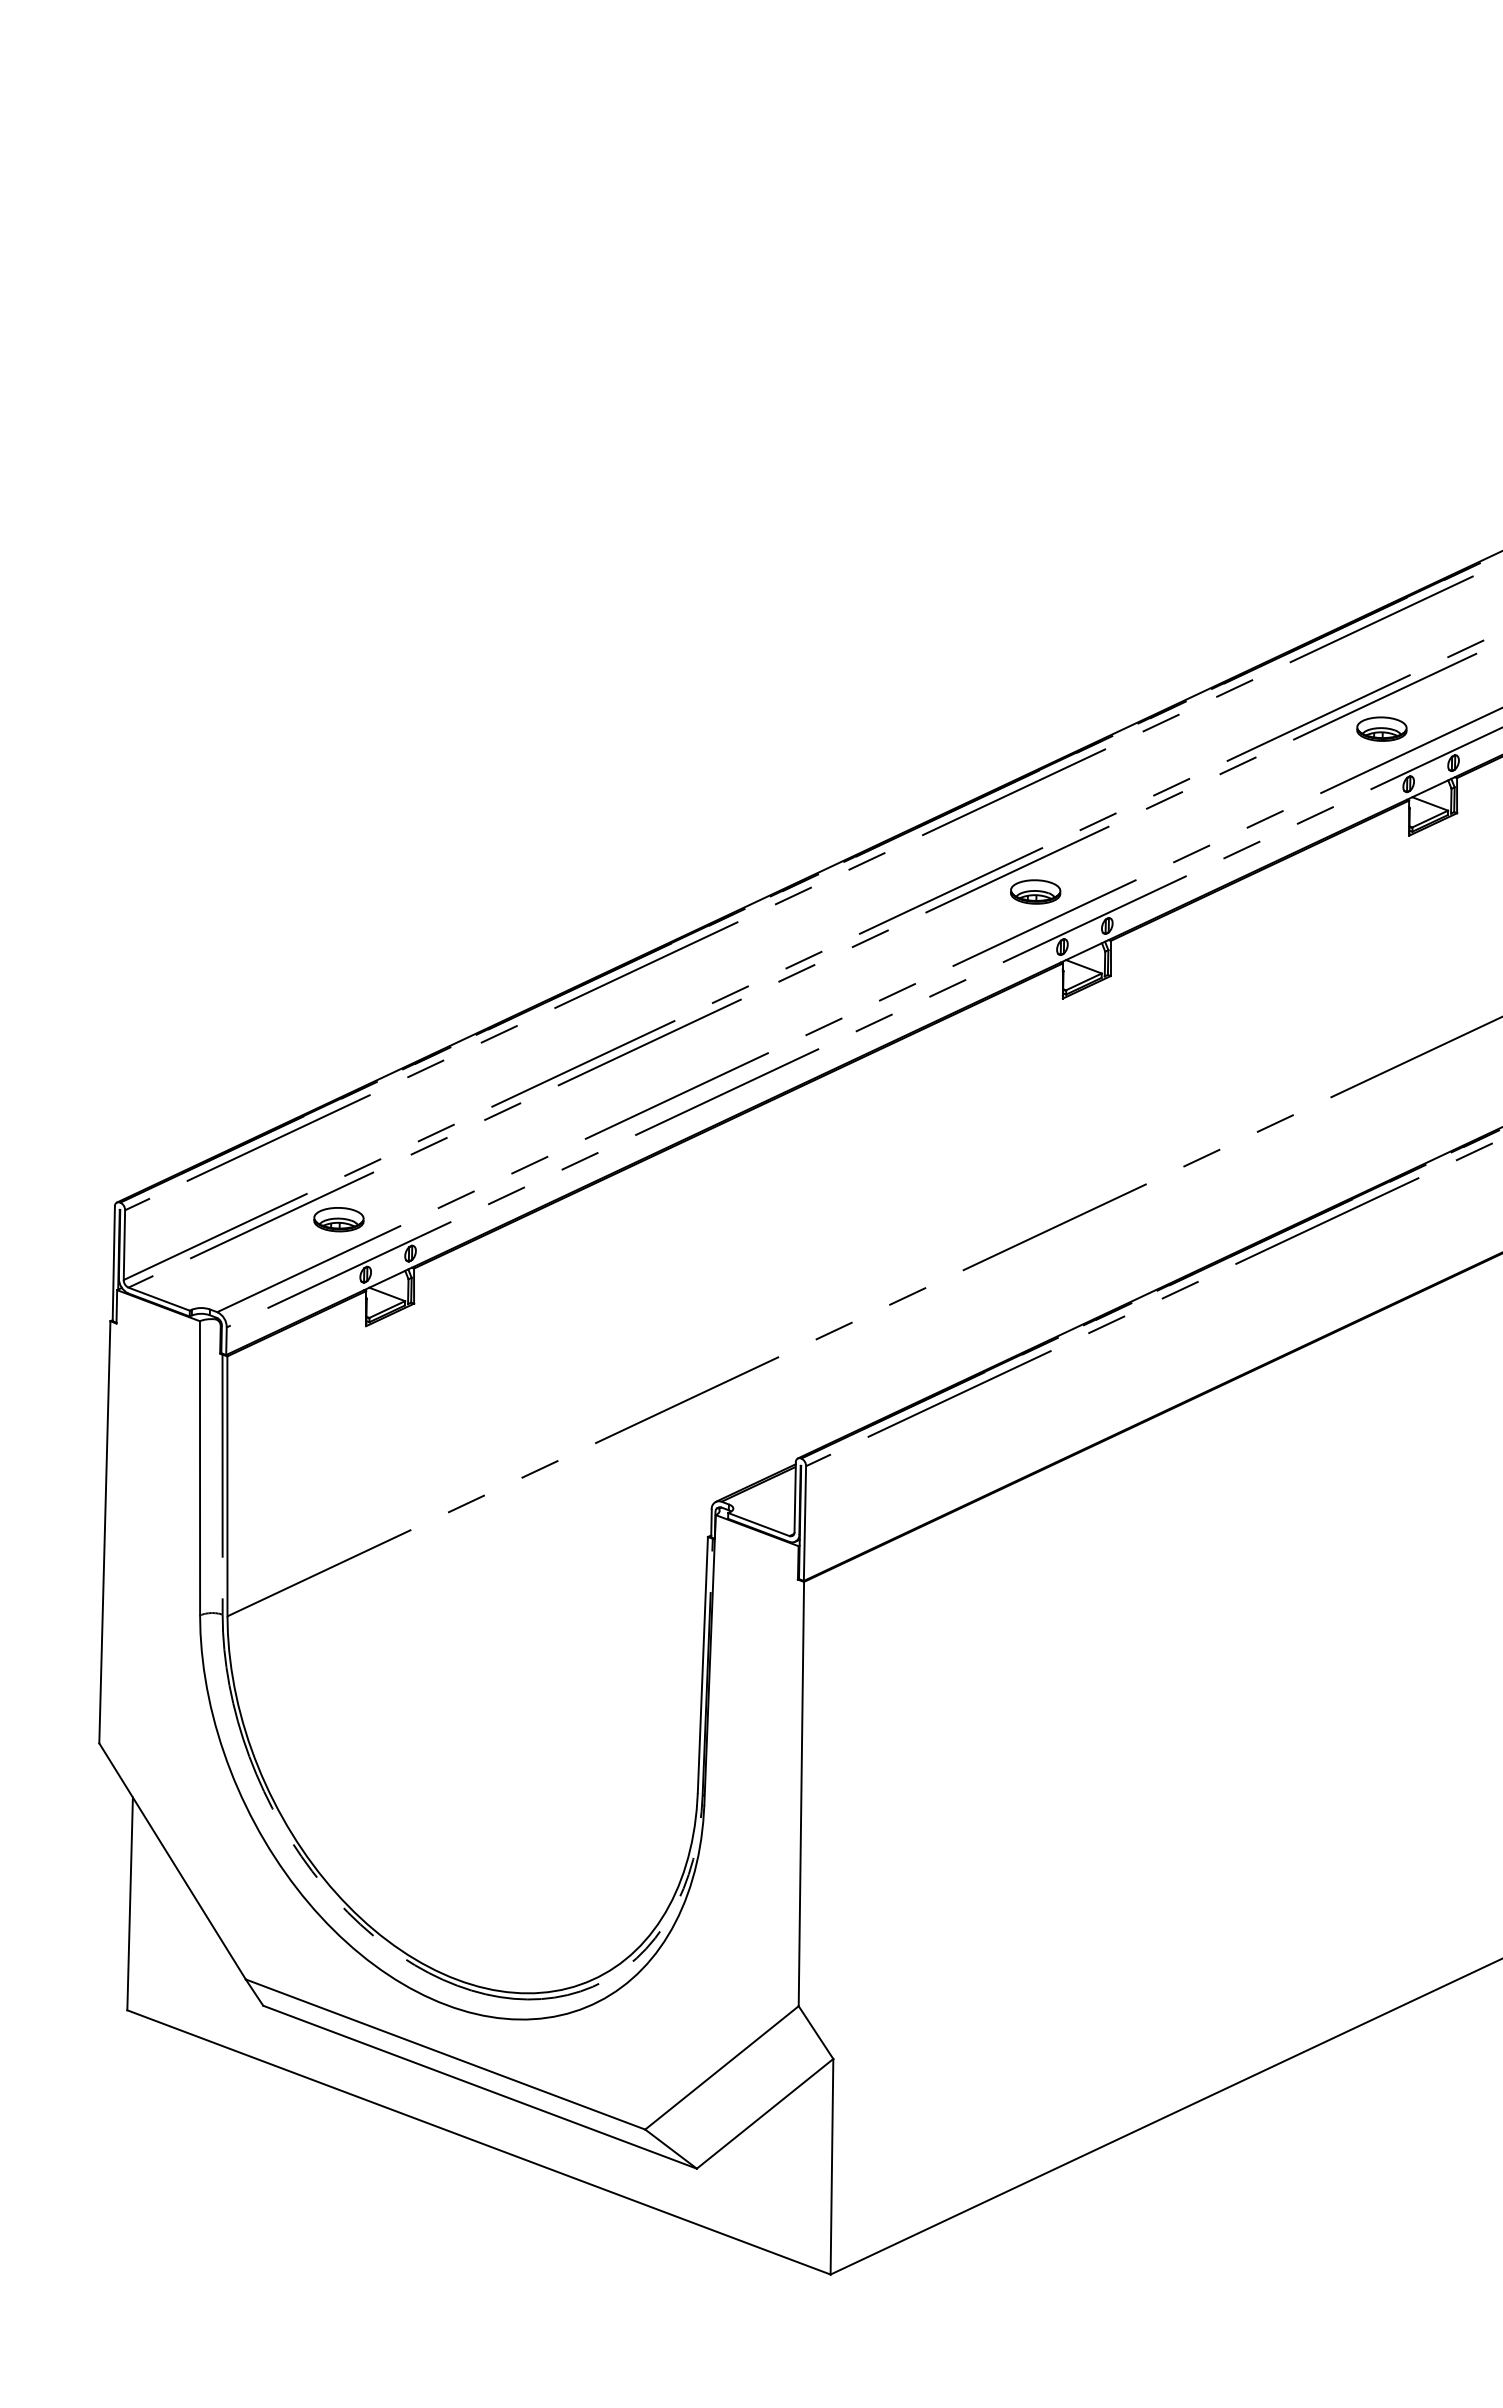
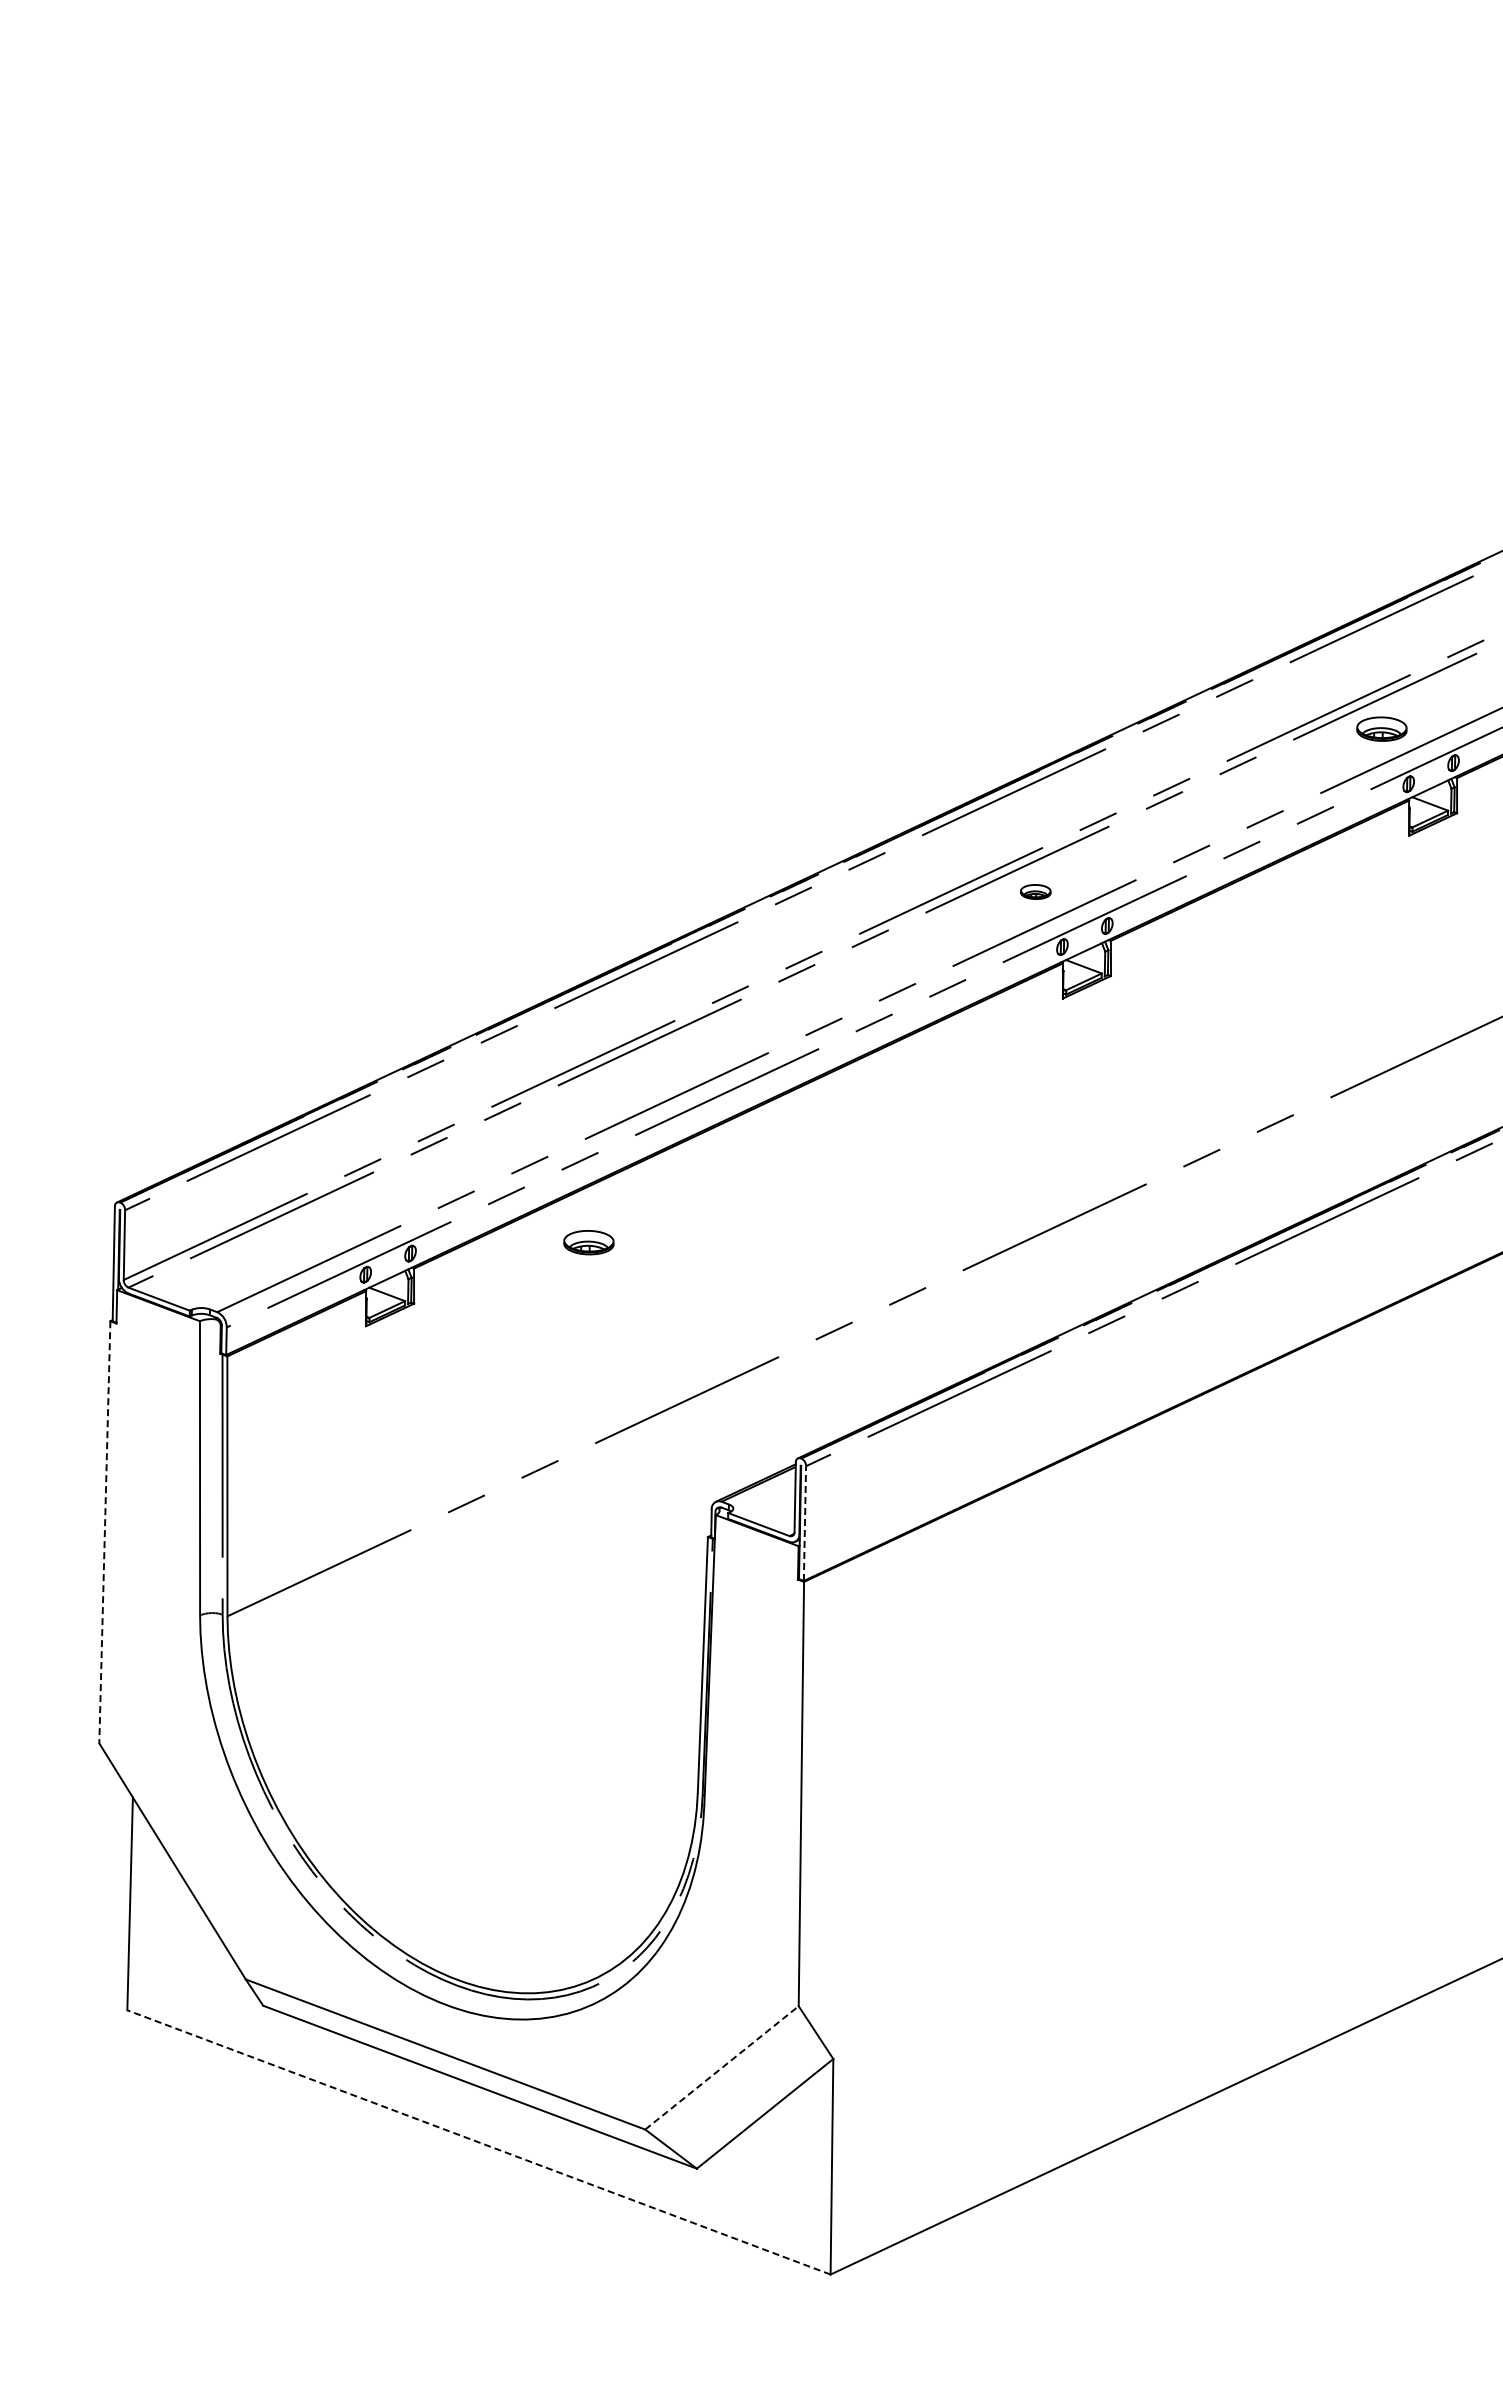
part at (1035, 891) size: 52x26 px -> 32x16 px
part at (338, 1219) position: (338, 1219) -> (588, 1242)
line at (804, 1523): solid -> dashed
line at (104, 1532): solid -> dashed
line at (722, 2067): solid -> dashed
line at (478, 2142): solid -> dashed
